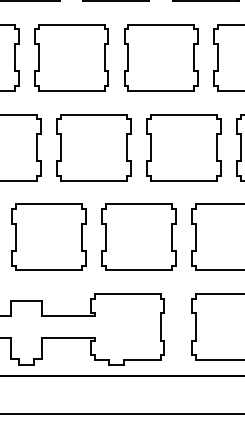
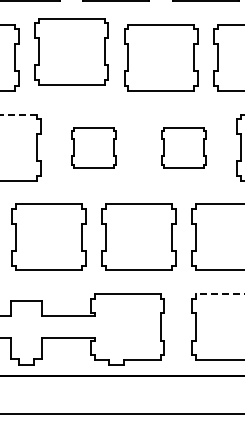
part at (71, 57) position: (71, 57) -> (71, 51)
line at (18, 114): solid -> dashed
part at (93, 147) size: 76x68 px -> 46x42 px
part at (183, 147) size: 76x68 px -> 46x42 px
line at (219, 294): solid -> dashed
